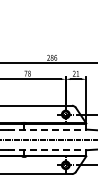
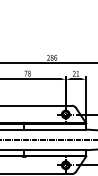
line at (47, 129): dashed -> solid
line at (47, 150): dashed -> solid
